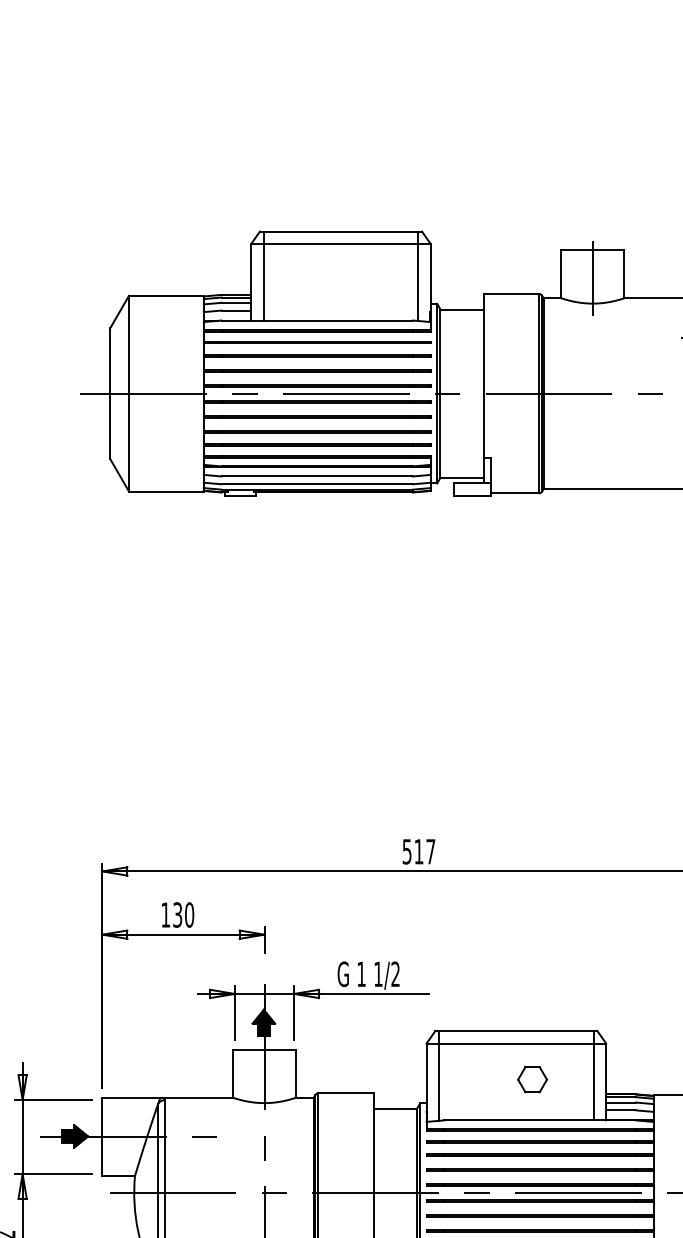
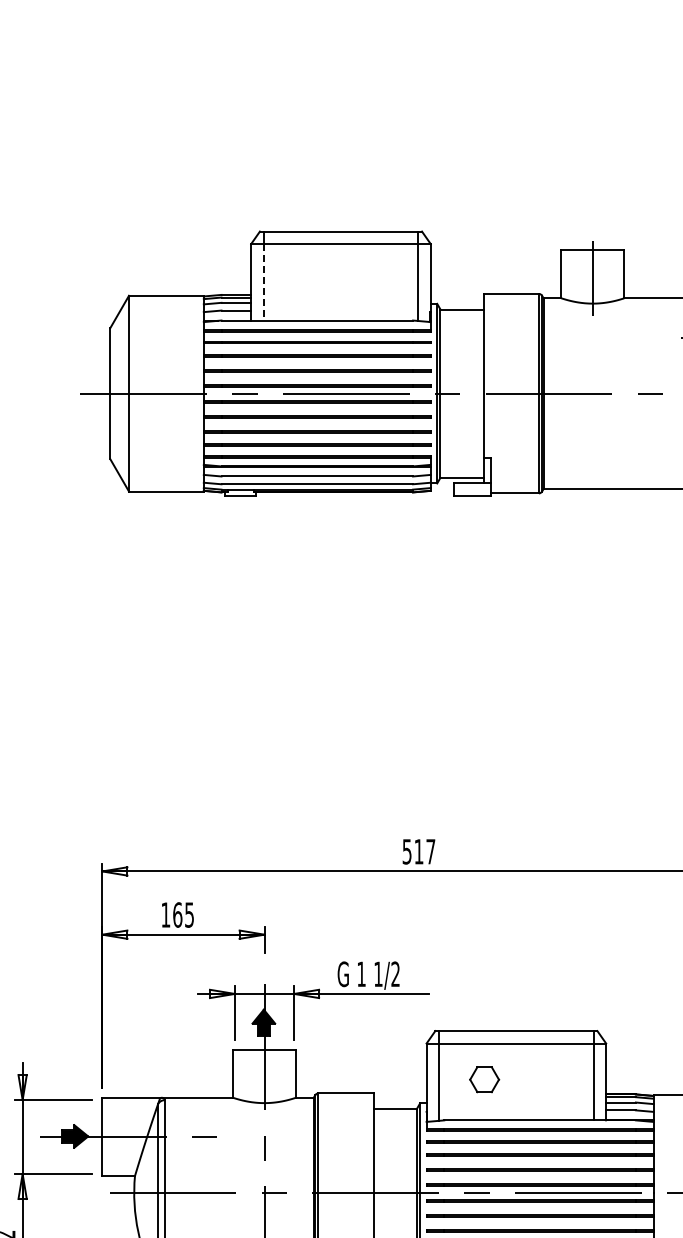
line at (263, 282): solid -> dashed
text at (183, 914): 130 -> 165
part at (532, 1079) position: (532, 1079) -> (484, 1079)
